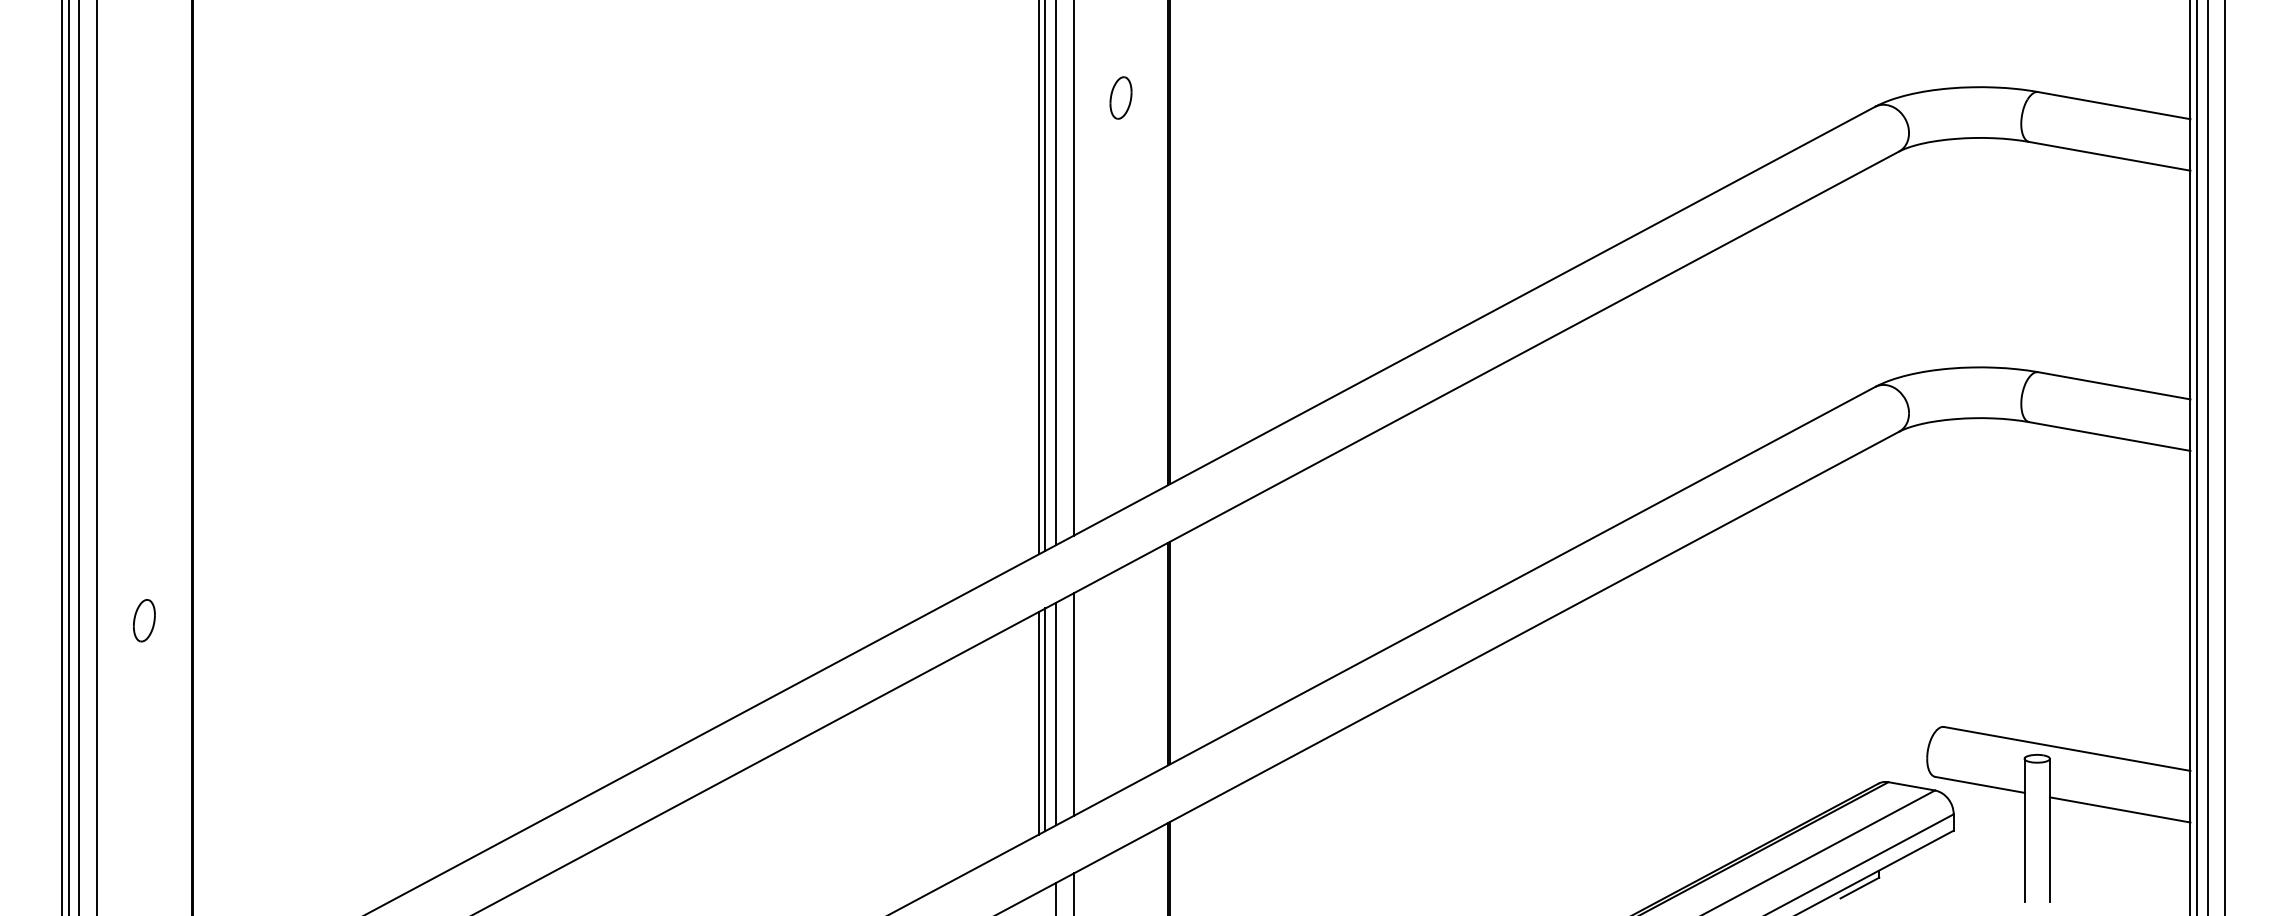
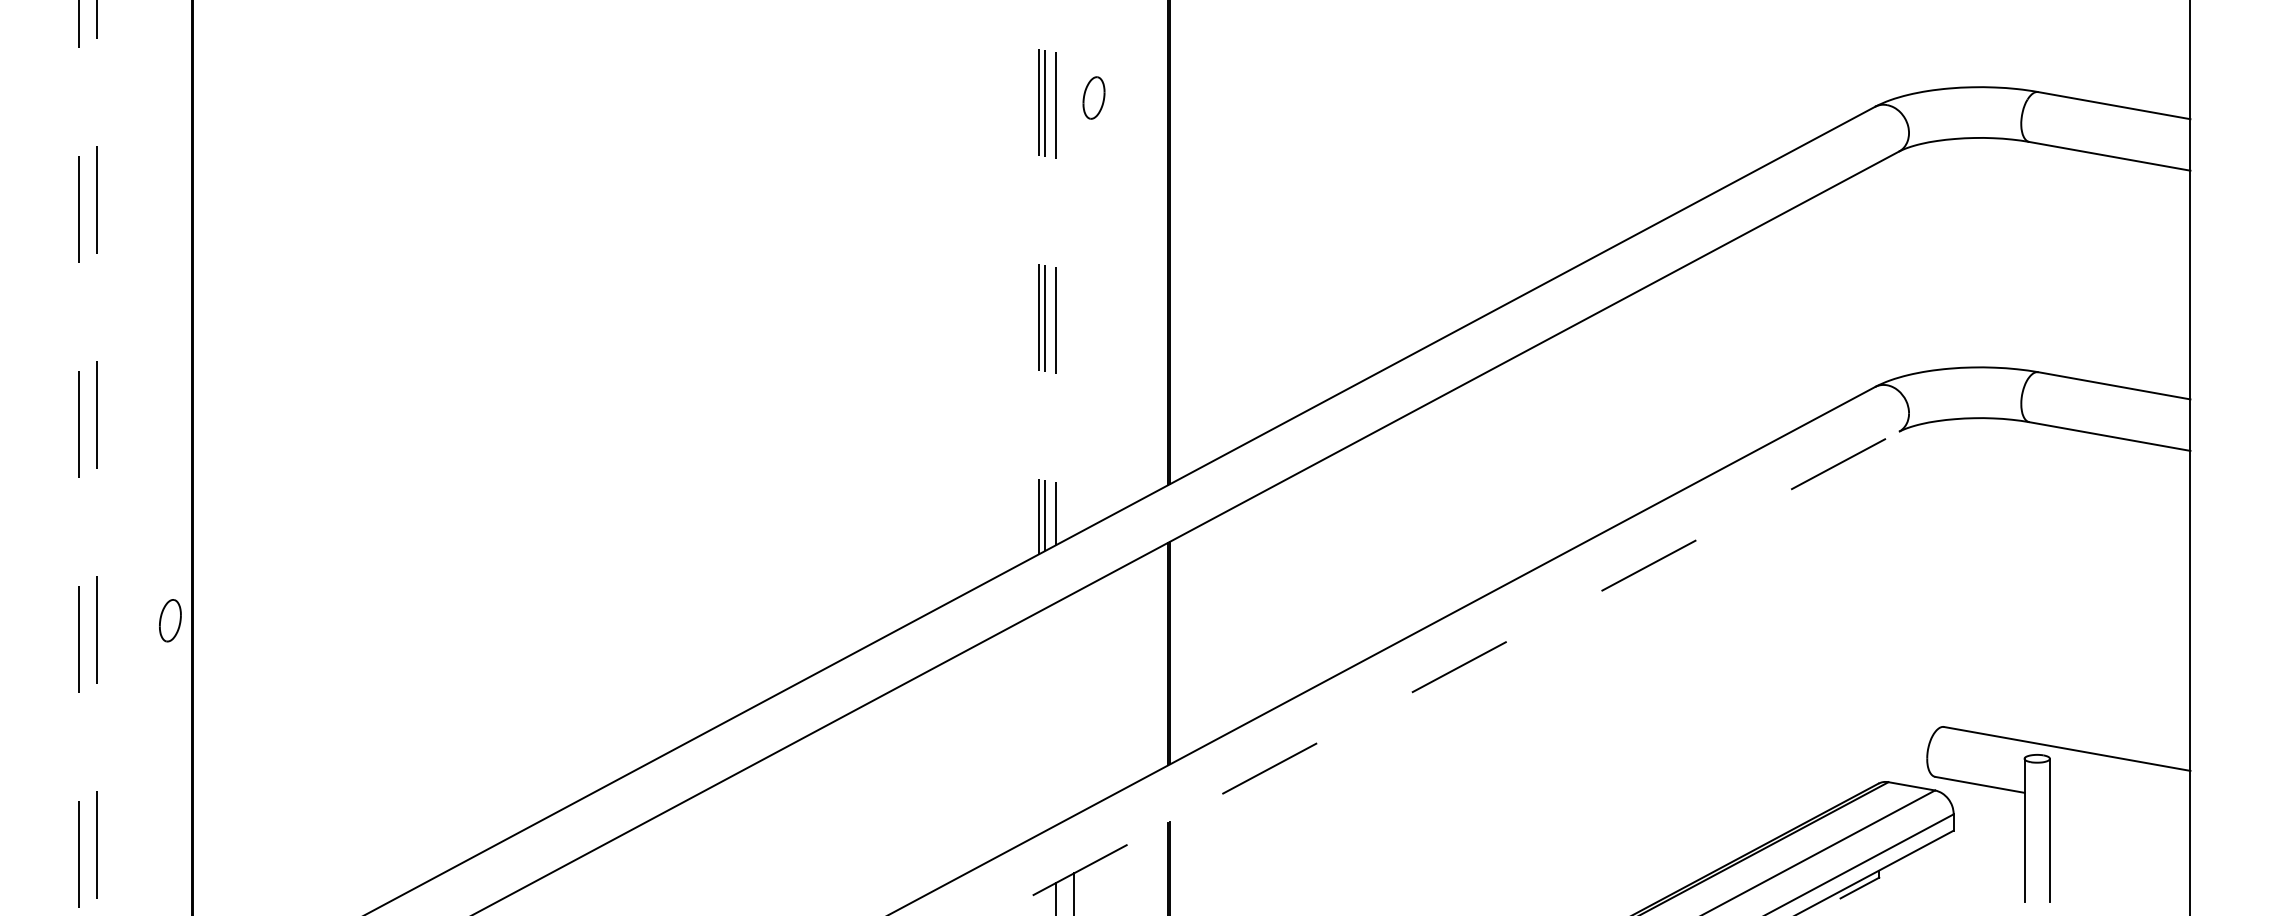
part at (1120, 97) position: (1120, 97) -> (1093, 97)
line at (1073, 268): present -> none
line at (1056, 273): solid -> dashed
line at (1045, 276): solid -> dashed
line at (1038, 277): solid -> dashed
line at (62, 457): present -> none
line at (68, 457): present -> none
line at (2196, 457): present -> none
line at (2207, 457): present -> none
line at (2225, 457): present -> none
line at (79, 458): solid -> dashed
line at (97, 458): solid -> dashed
part at (144, 620) position: (144, 620) -> (170, 620)
line at (1446, 673): solid -> dashed
line at (1073, 704): present -> none
line at (1056, 713): present -> none
line at (1045, 719): present -> none
line at (1038, 722): present -> none
line at (2119, 809): present -> none
